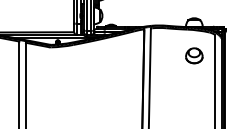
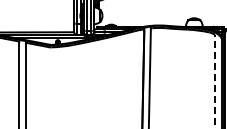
part at (194, 55): present -> none
line at (215, 81): solid -> dashed
